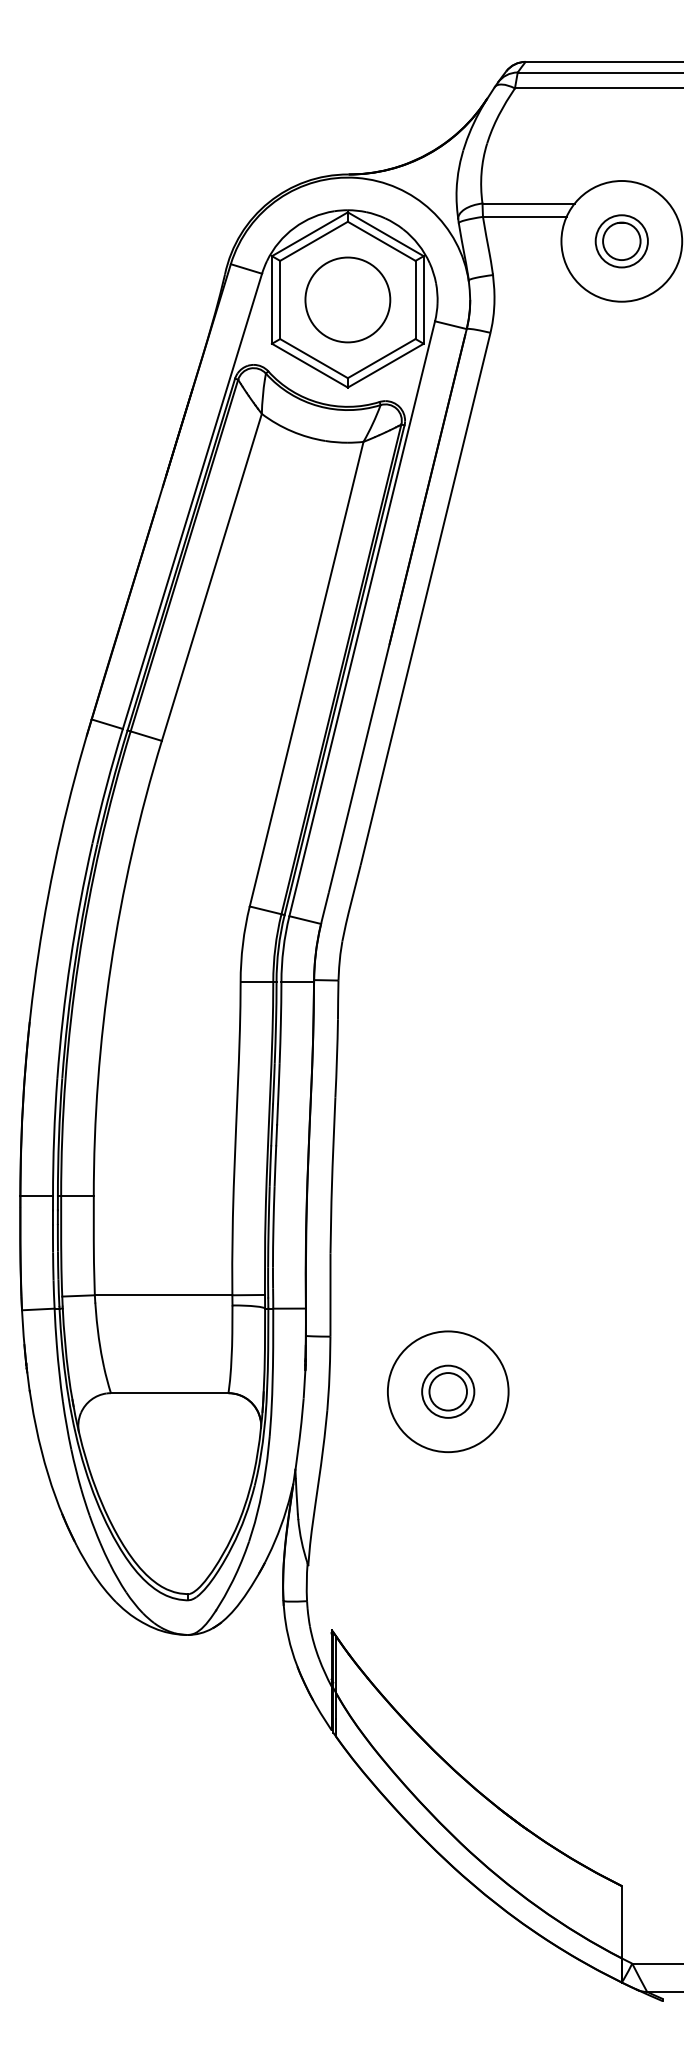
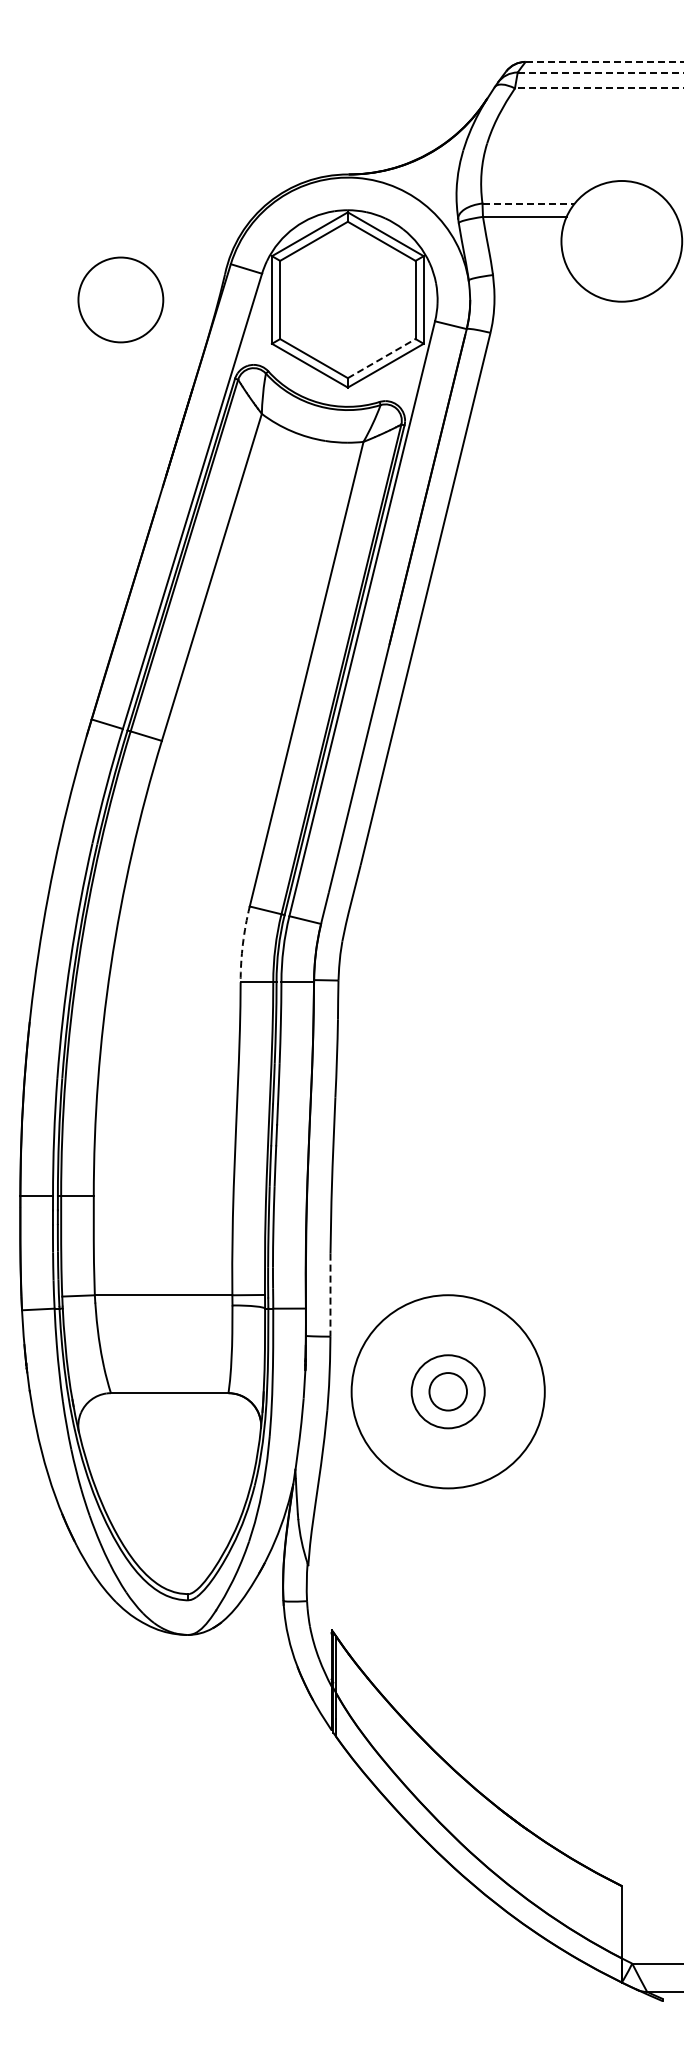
line at (604, 61): solid -> dashed
line at (600, 72): solid -> dashed
line at (598, 88): solid -> dashed
line at (529, 203): solid -> dashed
part at (621, 241): present -> none
circle at (347, 299) position: (347, 299) -> (120, 299)
line at (382, 358): solid -> dashed
arc at (242, 944): solid -> dashed
line at (330, 1295): solid -> dashed
circle at (447, 1391) diameter: 121 px -> 193 px
circle at (448, 1391) diameter: 52 px -> 73 px
